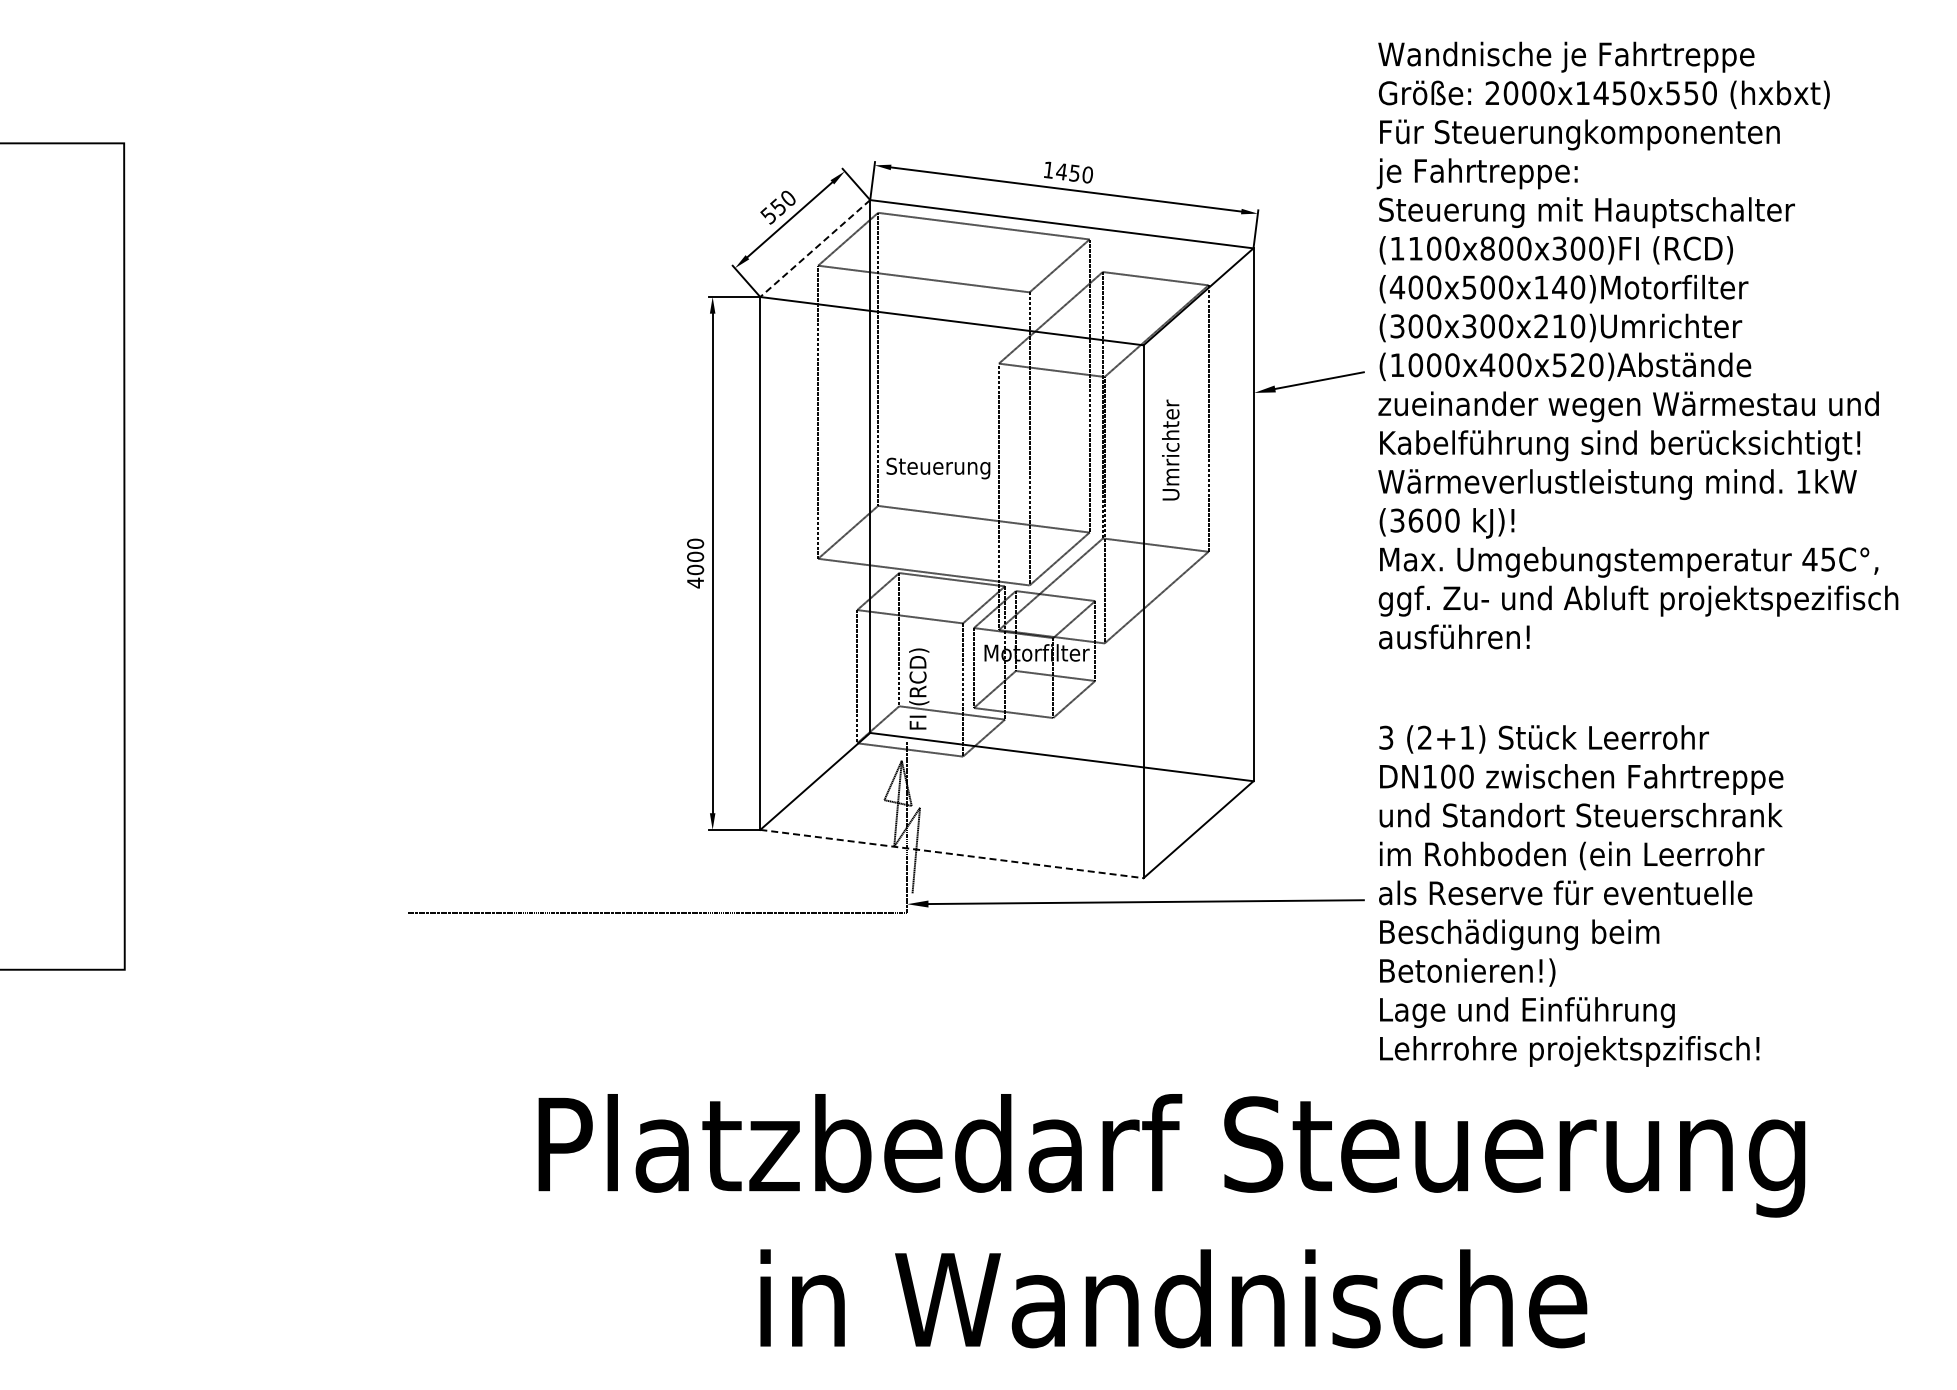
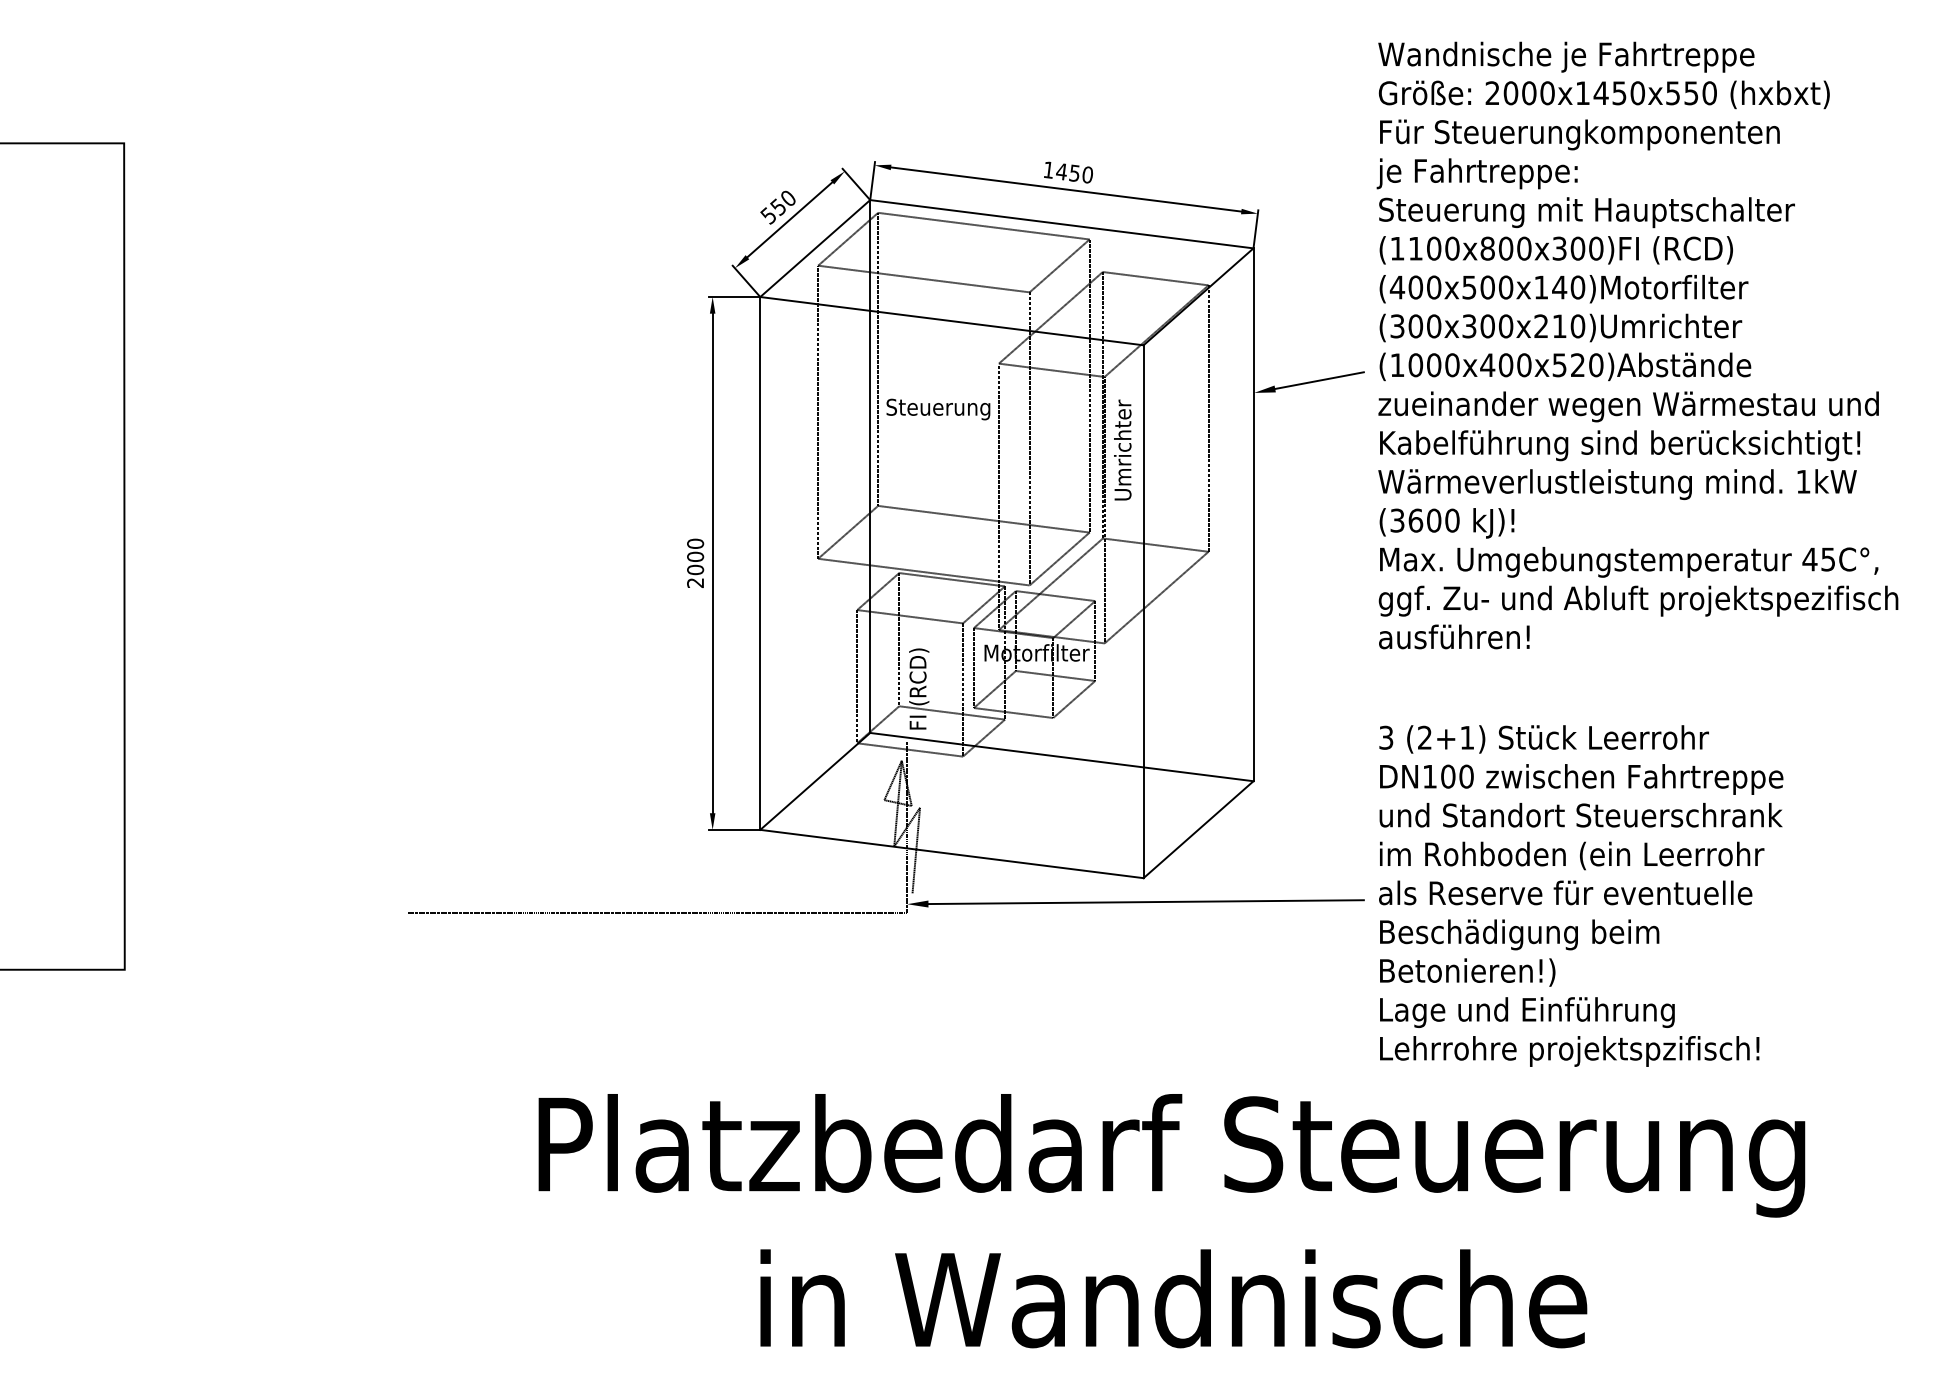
line at (814, 248): dashed -> solid
text at (1170, 449) position: (1170, 449) -> (1122, 449)
text at (938, 468) position: (938, 468) -> (938, 409)
text at (695, 582): 4000 -> 2000
line at (952, 854): dashed -> solid
